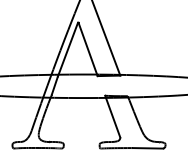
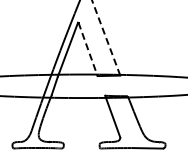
line at (106, 37): solid -> dashed
line at (88, 49): solid -> dashed
